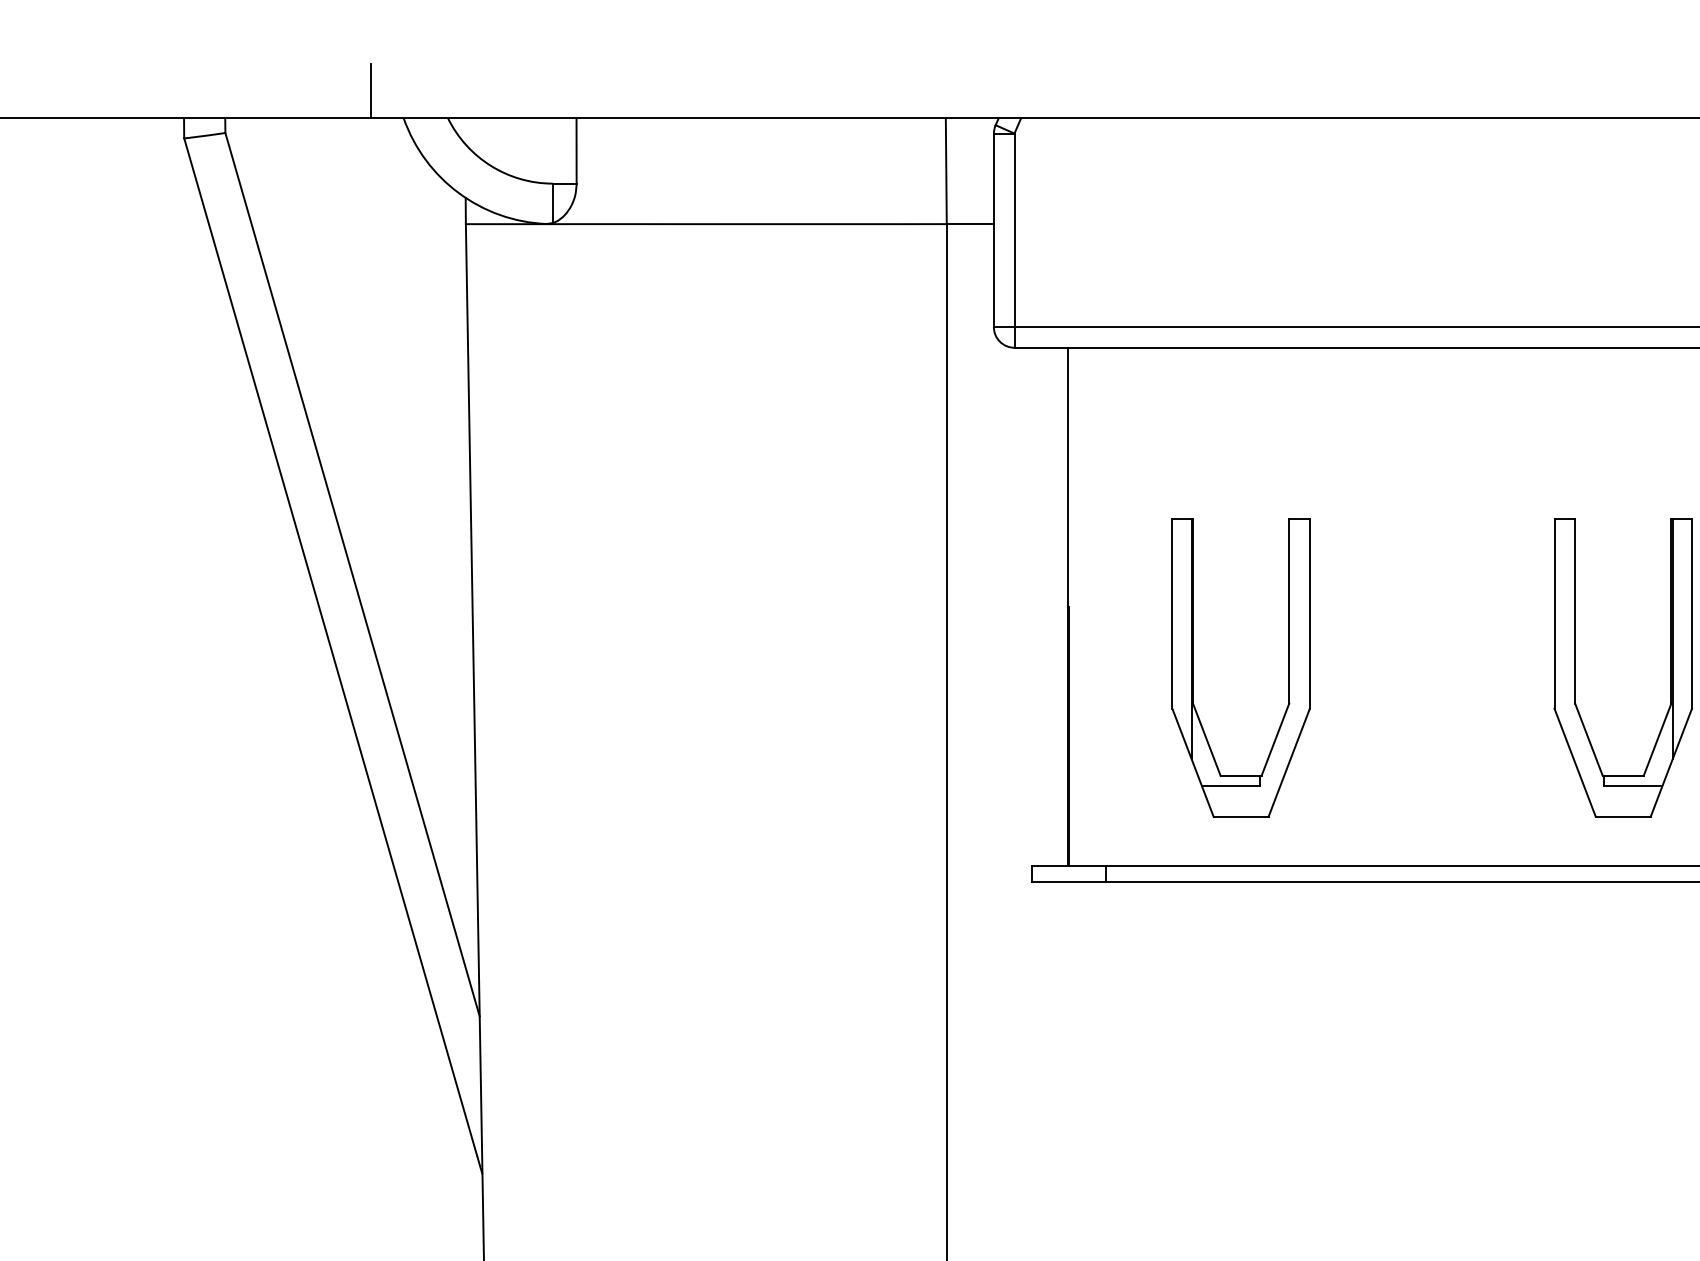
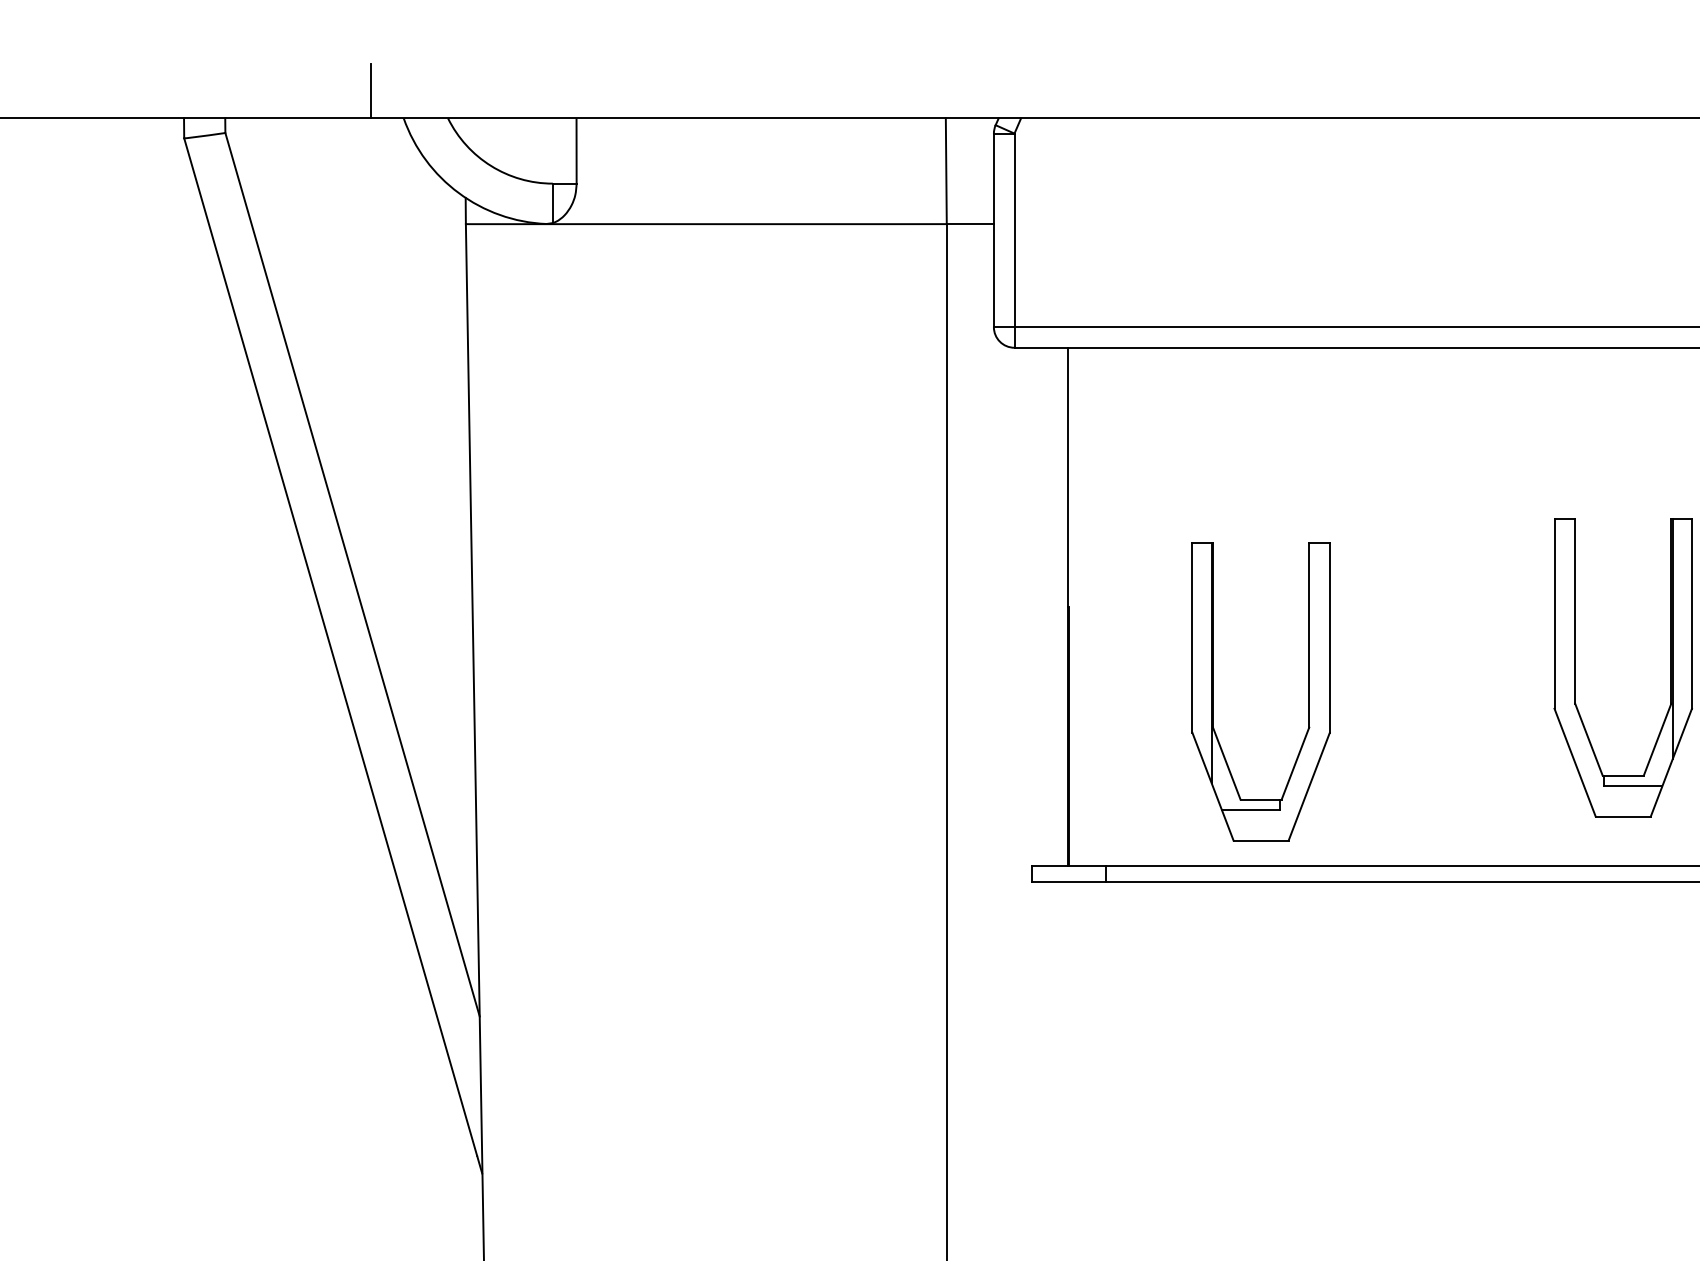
part at (1193, 667) position: (1193, 667) -> (1213, 691)
